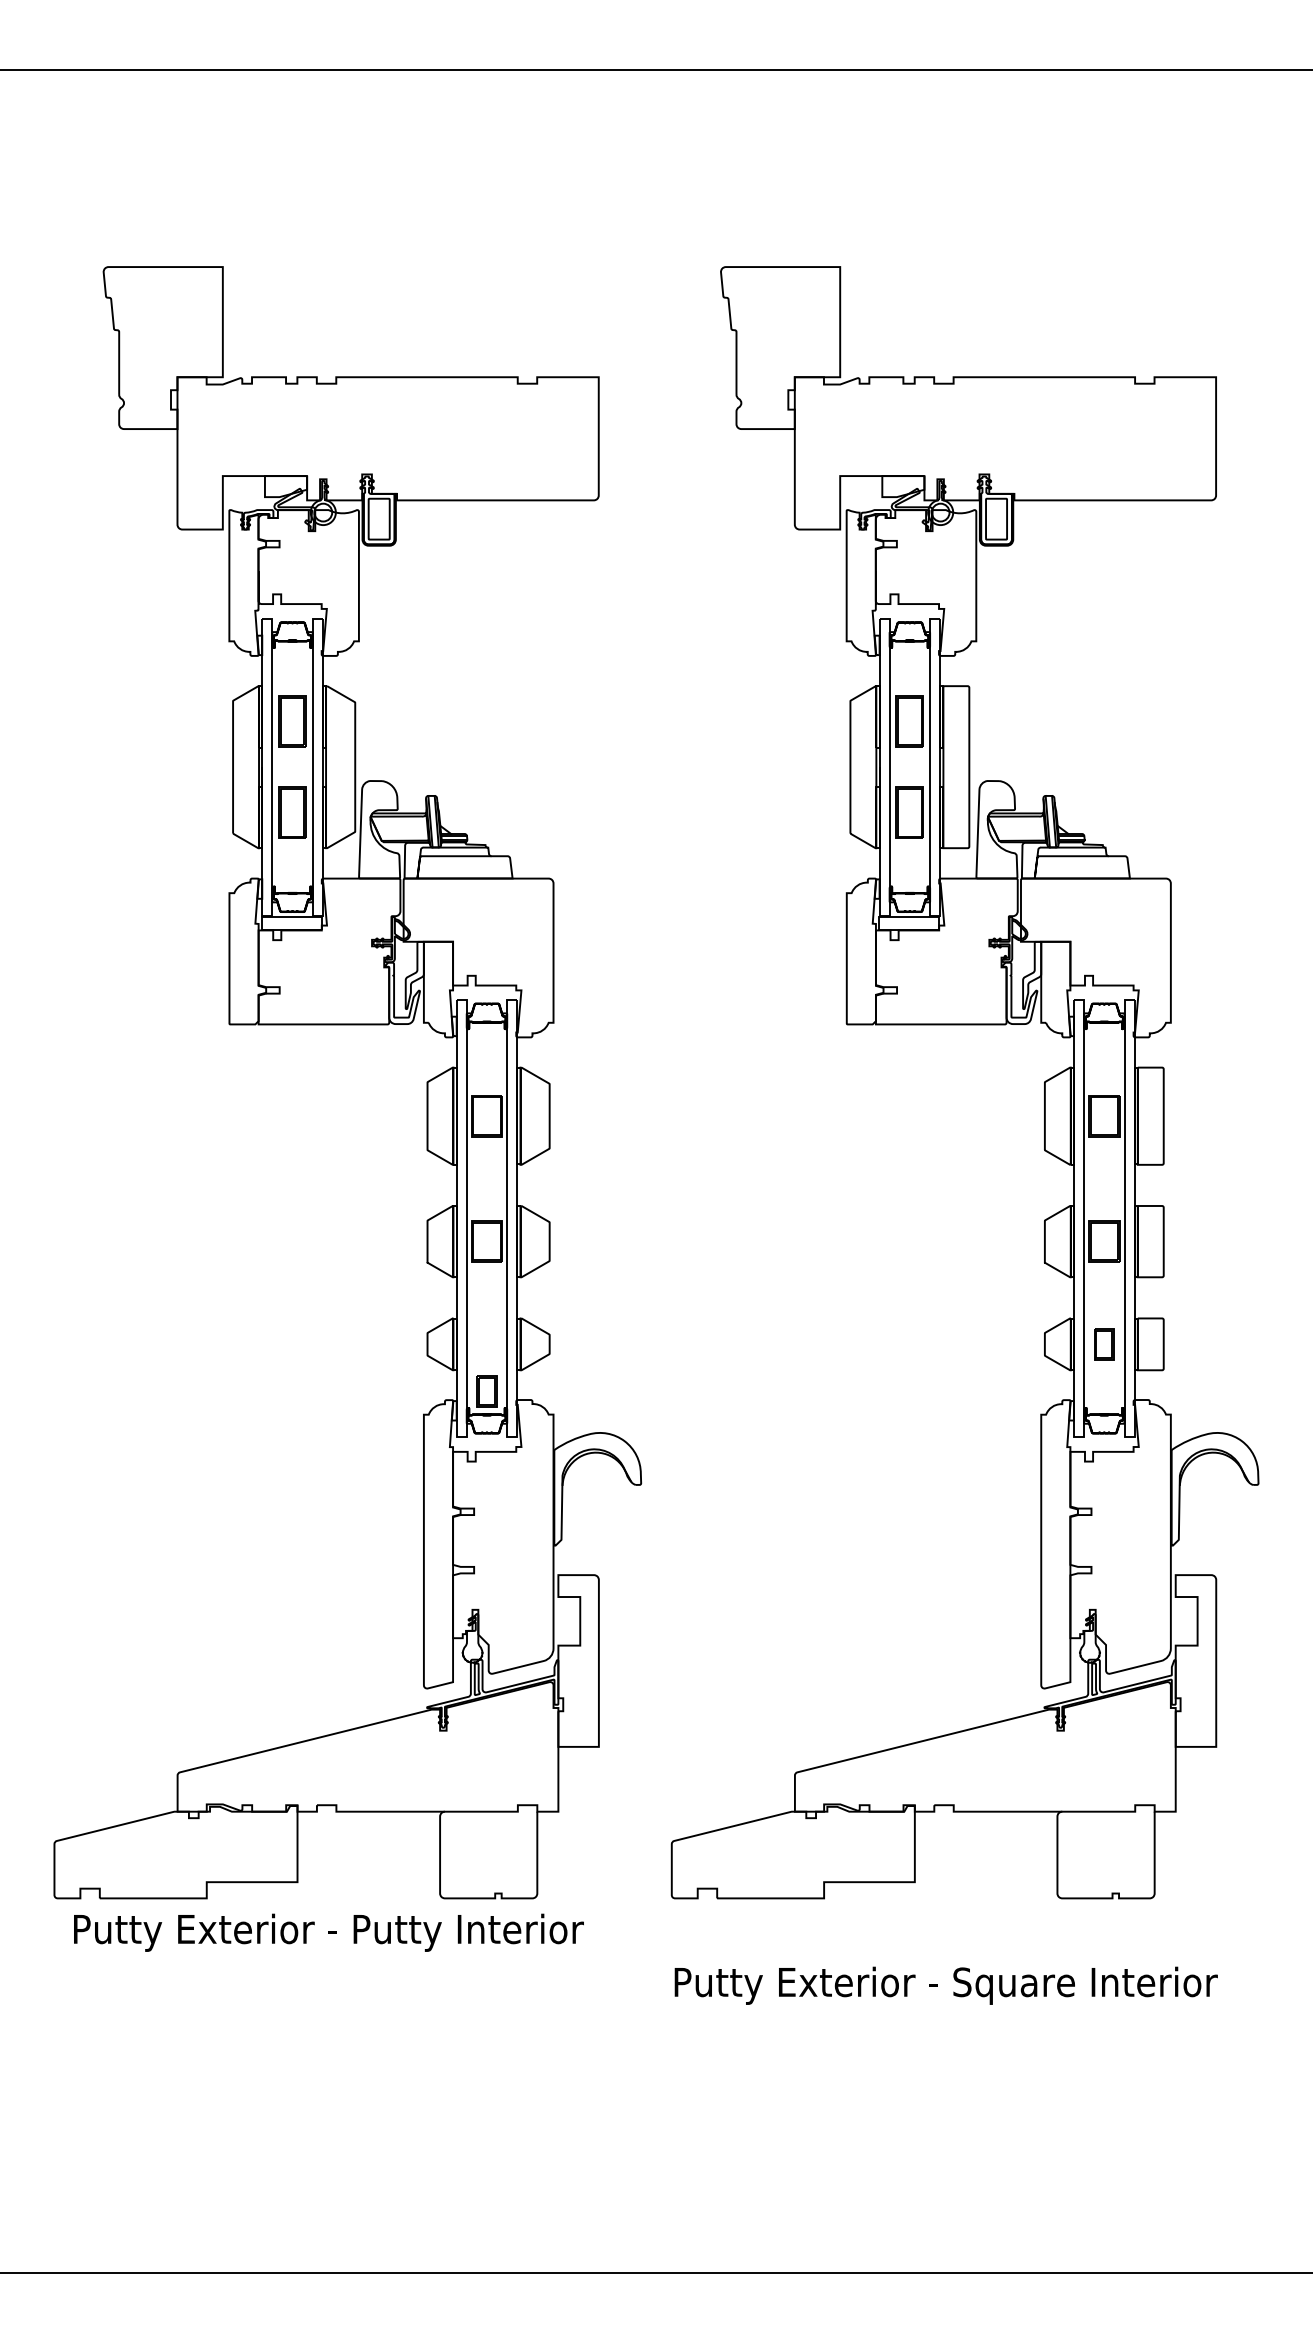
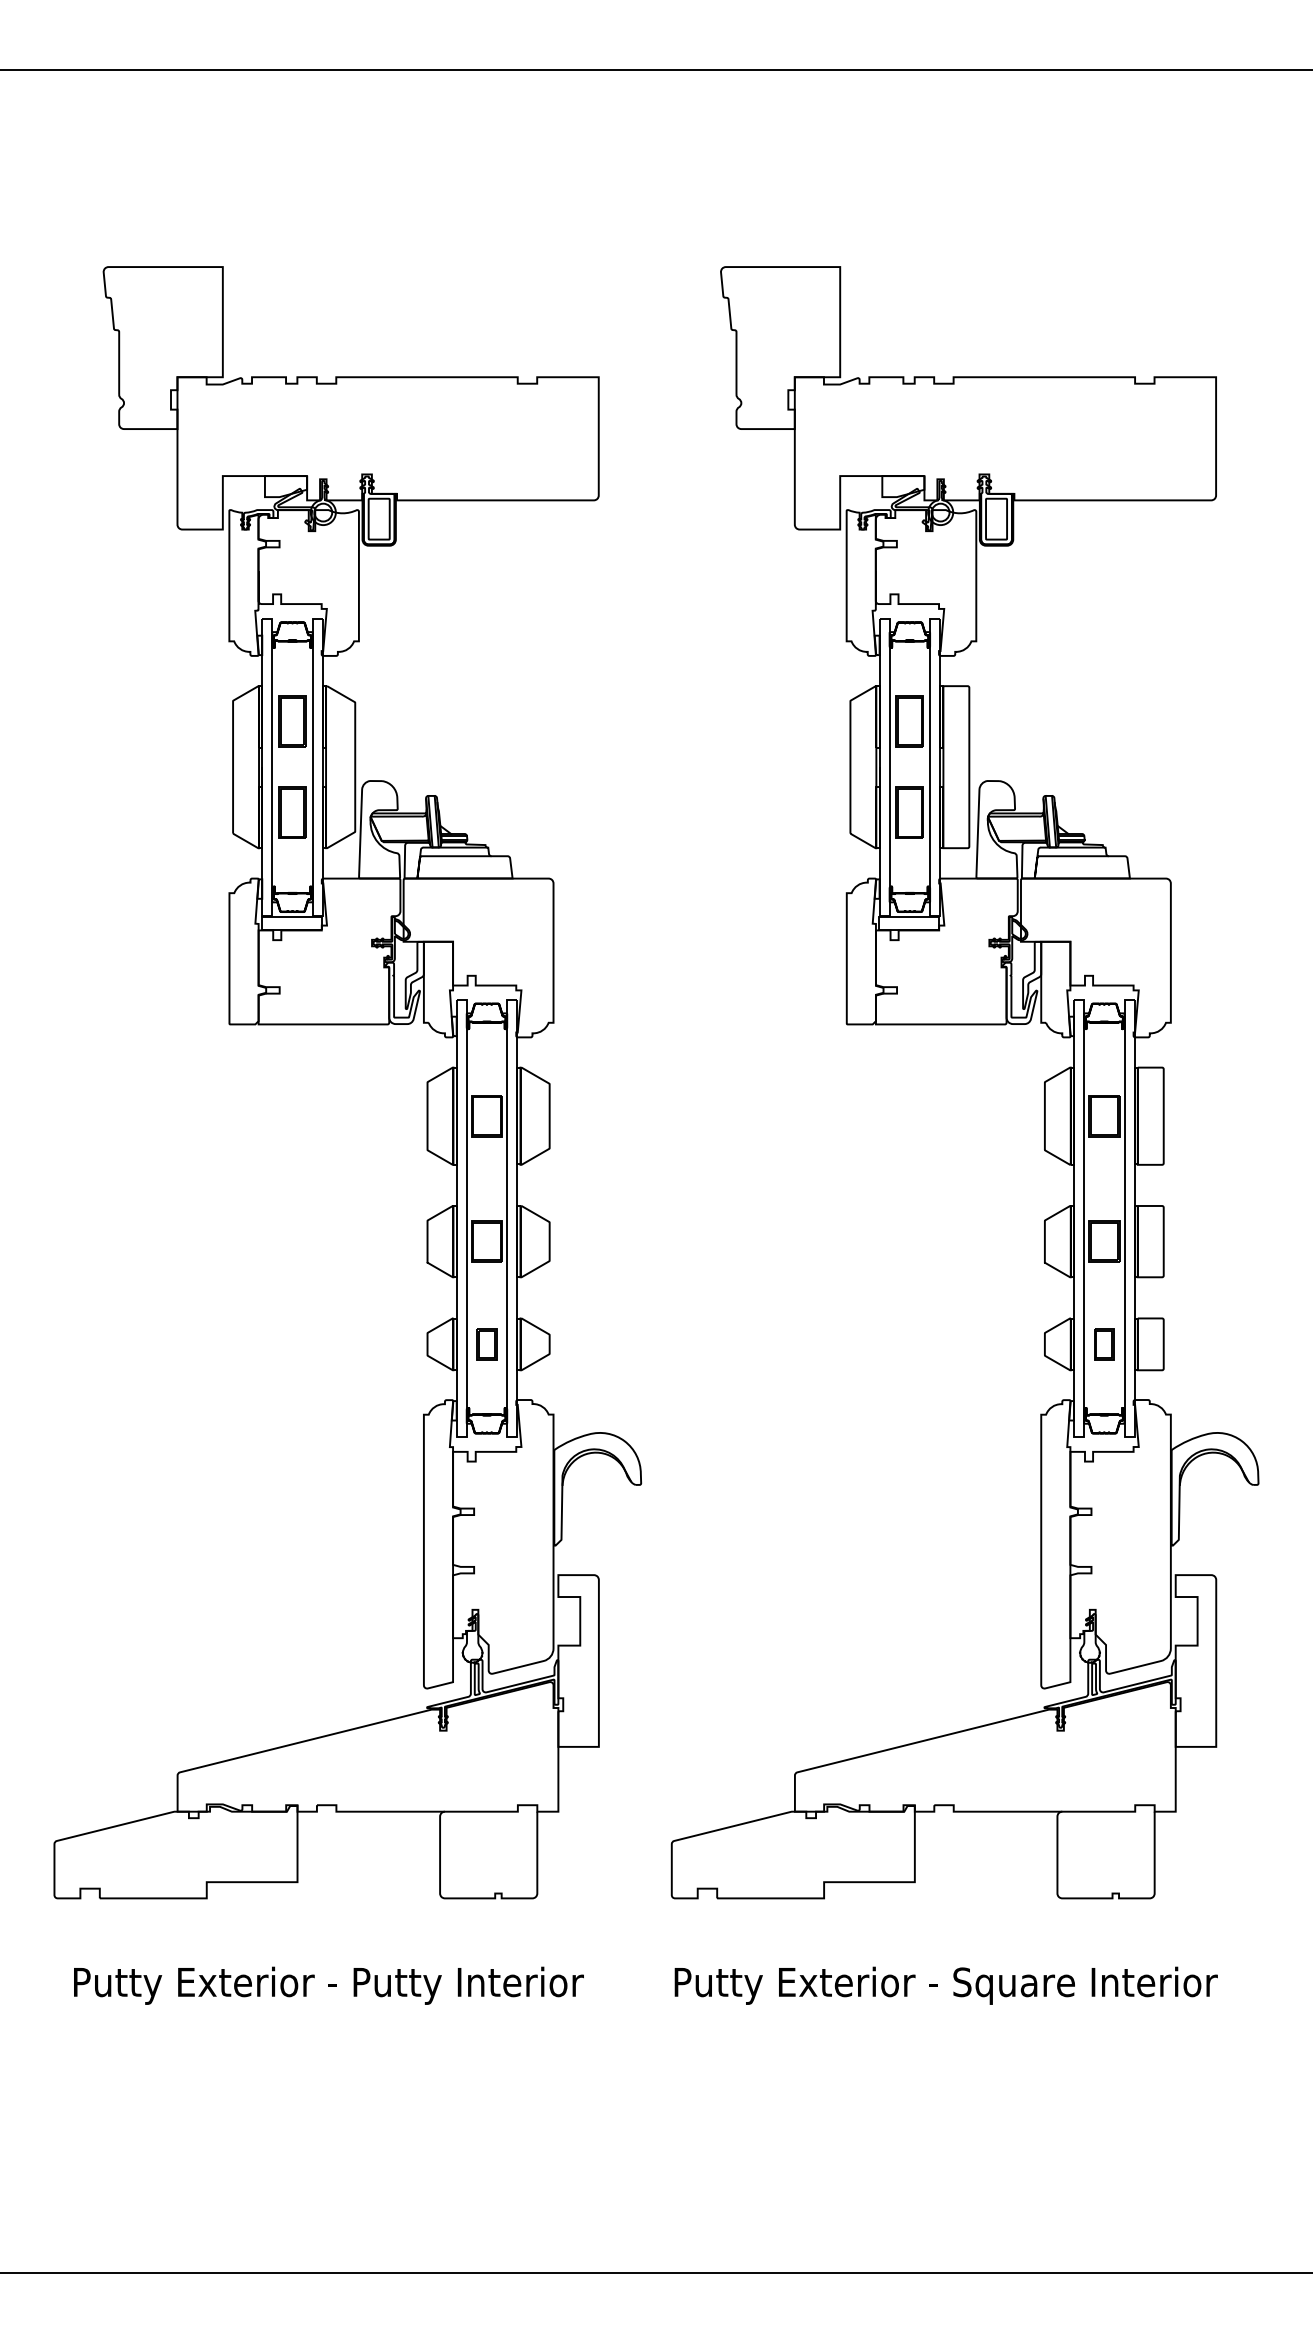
part at (486, 1391) position: (486, 1391) -> (486, 1344)
text at (328, 1932) position: (328, 1932) -> (328, 1985)
